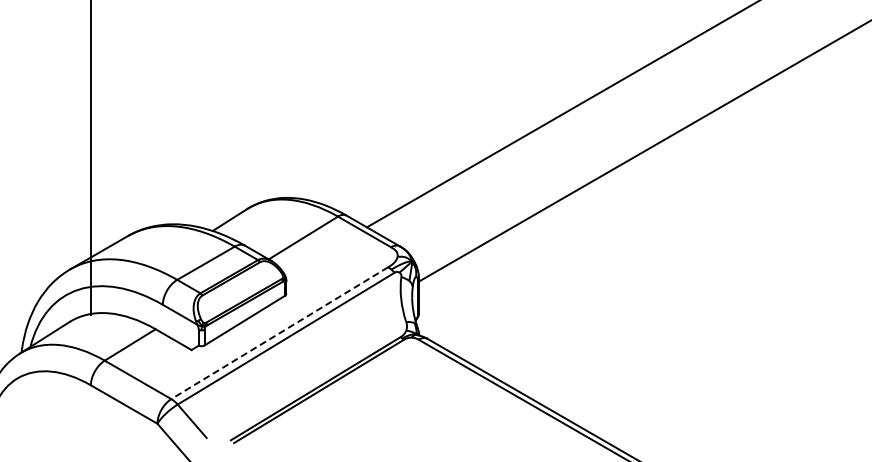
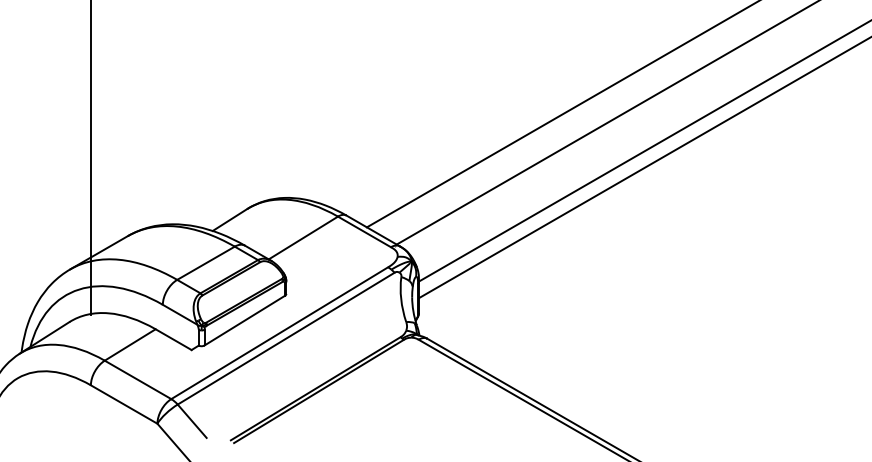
line at (606, 123): none -> present
line at (643, 168): none -> present
line at (279, 333): dashed -> solid
